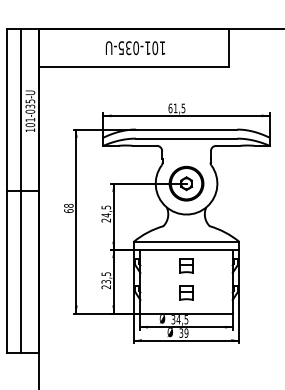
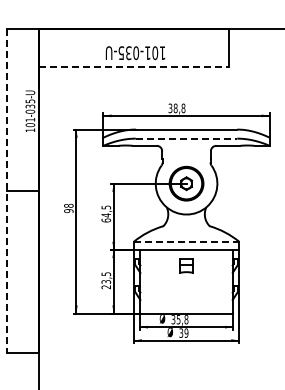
text at (135, 48) position: (135, 48) -> (135, 53)
line at (134, 66): solid -> dashed
text at (176, 108): 61,5 -> 38,8
line at (186, 138): solid -> dashed
line at (20, 190): present -> none
line at (7, 191): solid -> dashed
text at (68, 211): 68 -> 98
text at (106, 220): 24,5 -> 64,5
line at (186, 241): solid -> dashed
part at (186, 292): present -> none
text at (182, 319): 34,5 -> 35,8
